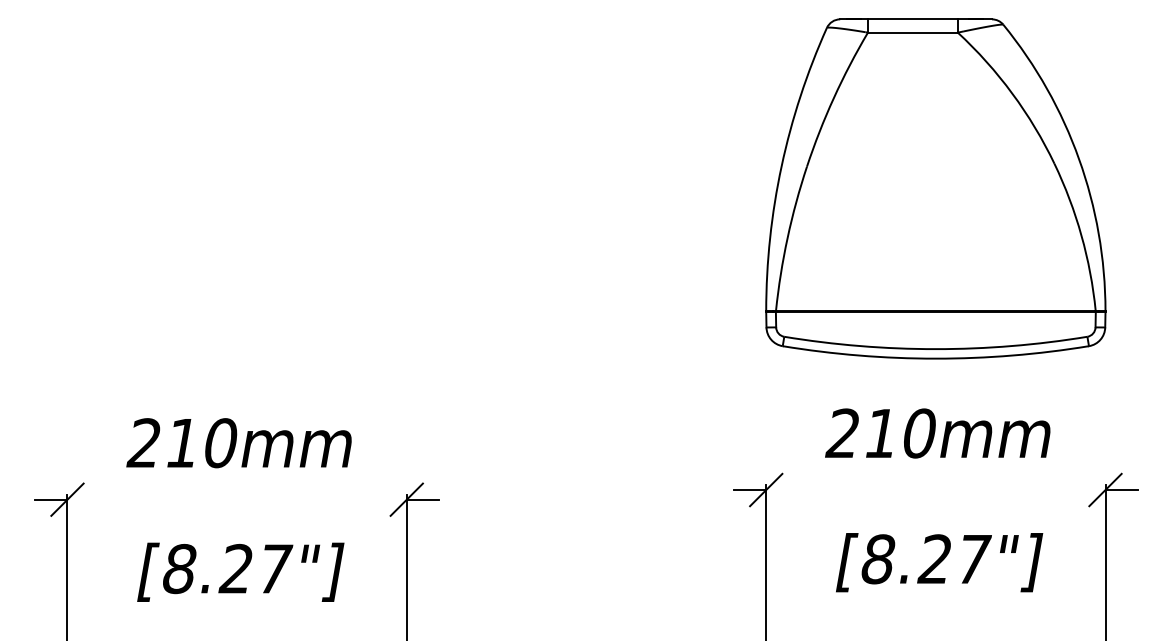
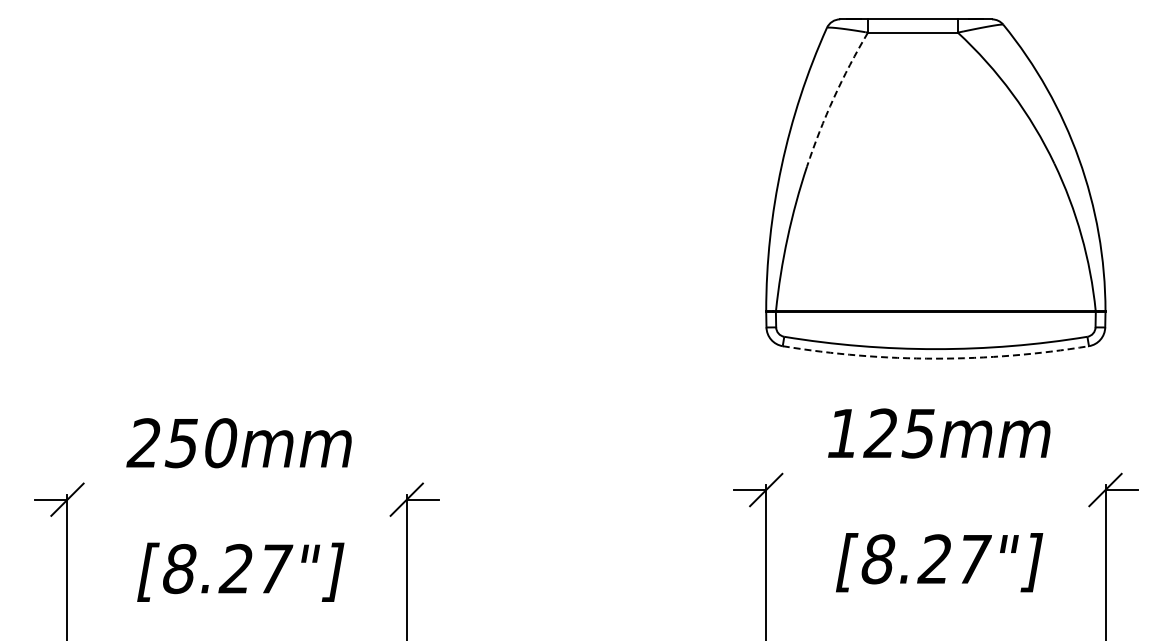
arc at (833, 98): solid -> dashed
arc at (935, 358): solid -> dashed
text at (880, 433): 210mm -> 125mm
text at (180, 443): 210mm -> 250mm
